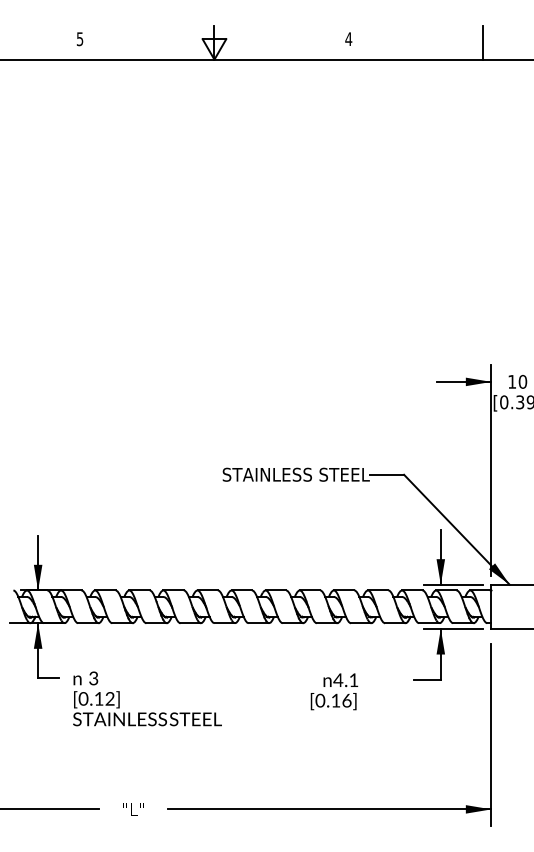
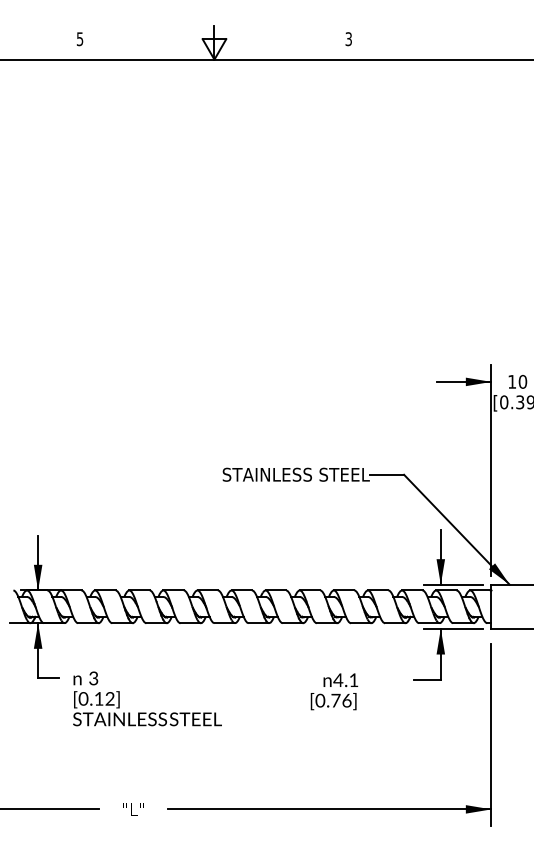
text at (348, 39): 4 -> 3
line at (483, 42): present -> none
text at (335, 700): [0.16] -> [0.76]
